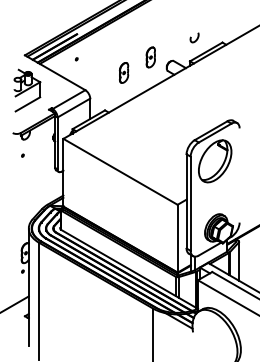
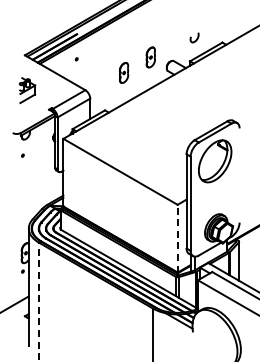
part at (27, 90) size: 29x45 px -> 19x28 px
line at (177, 238): solid -> dashed
line at (38, 301): solid -> dashed
